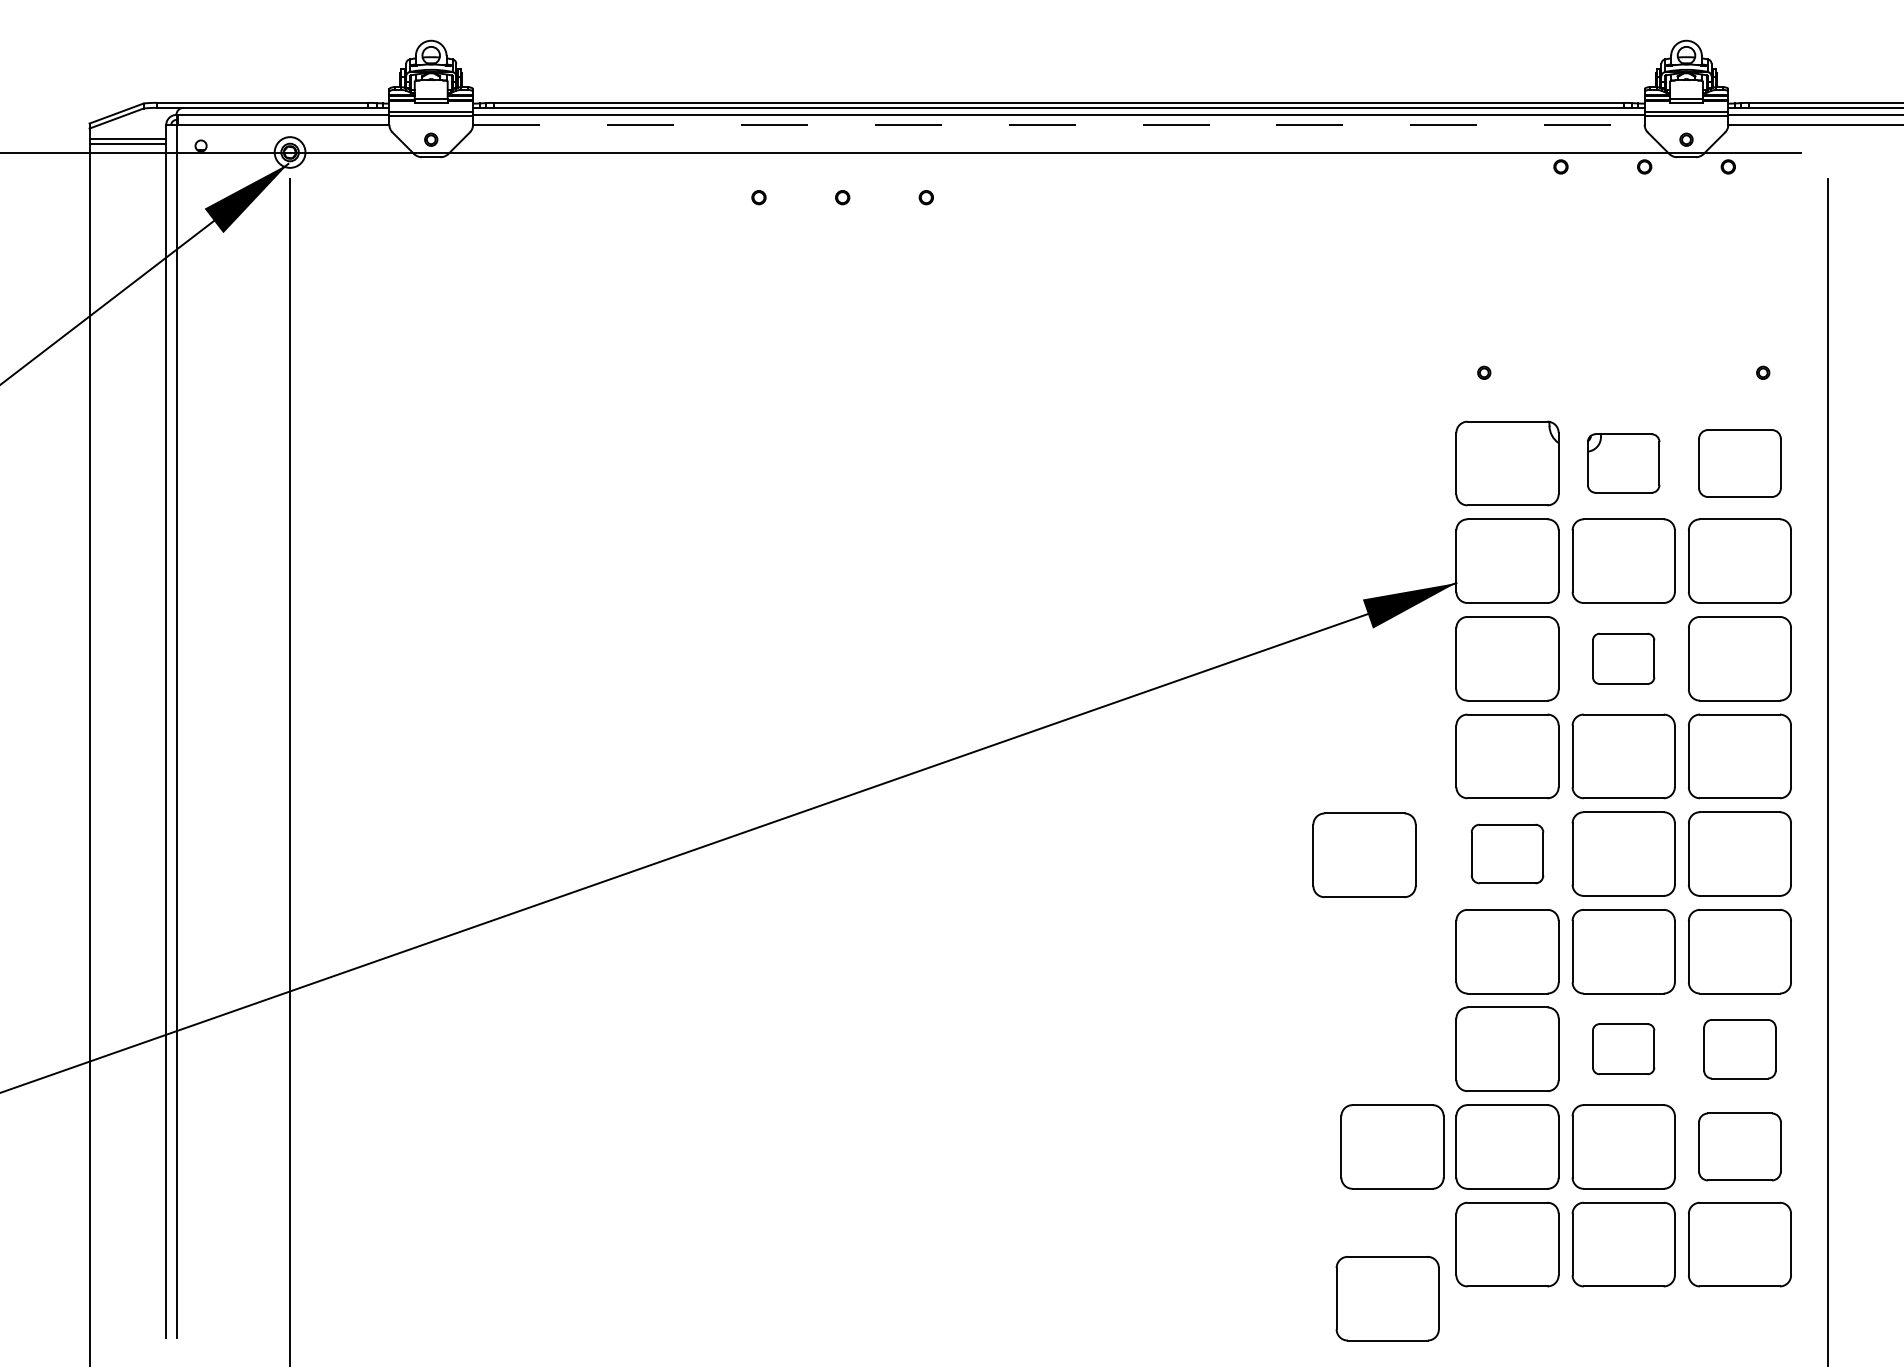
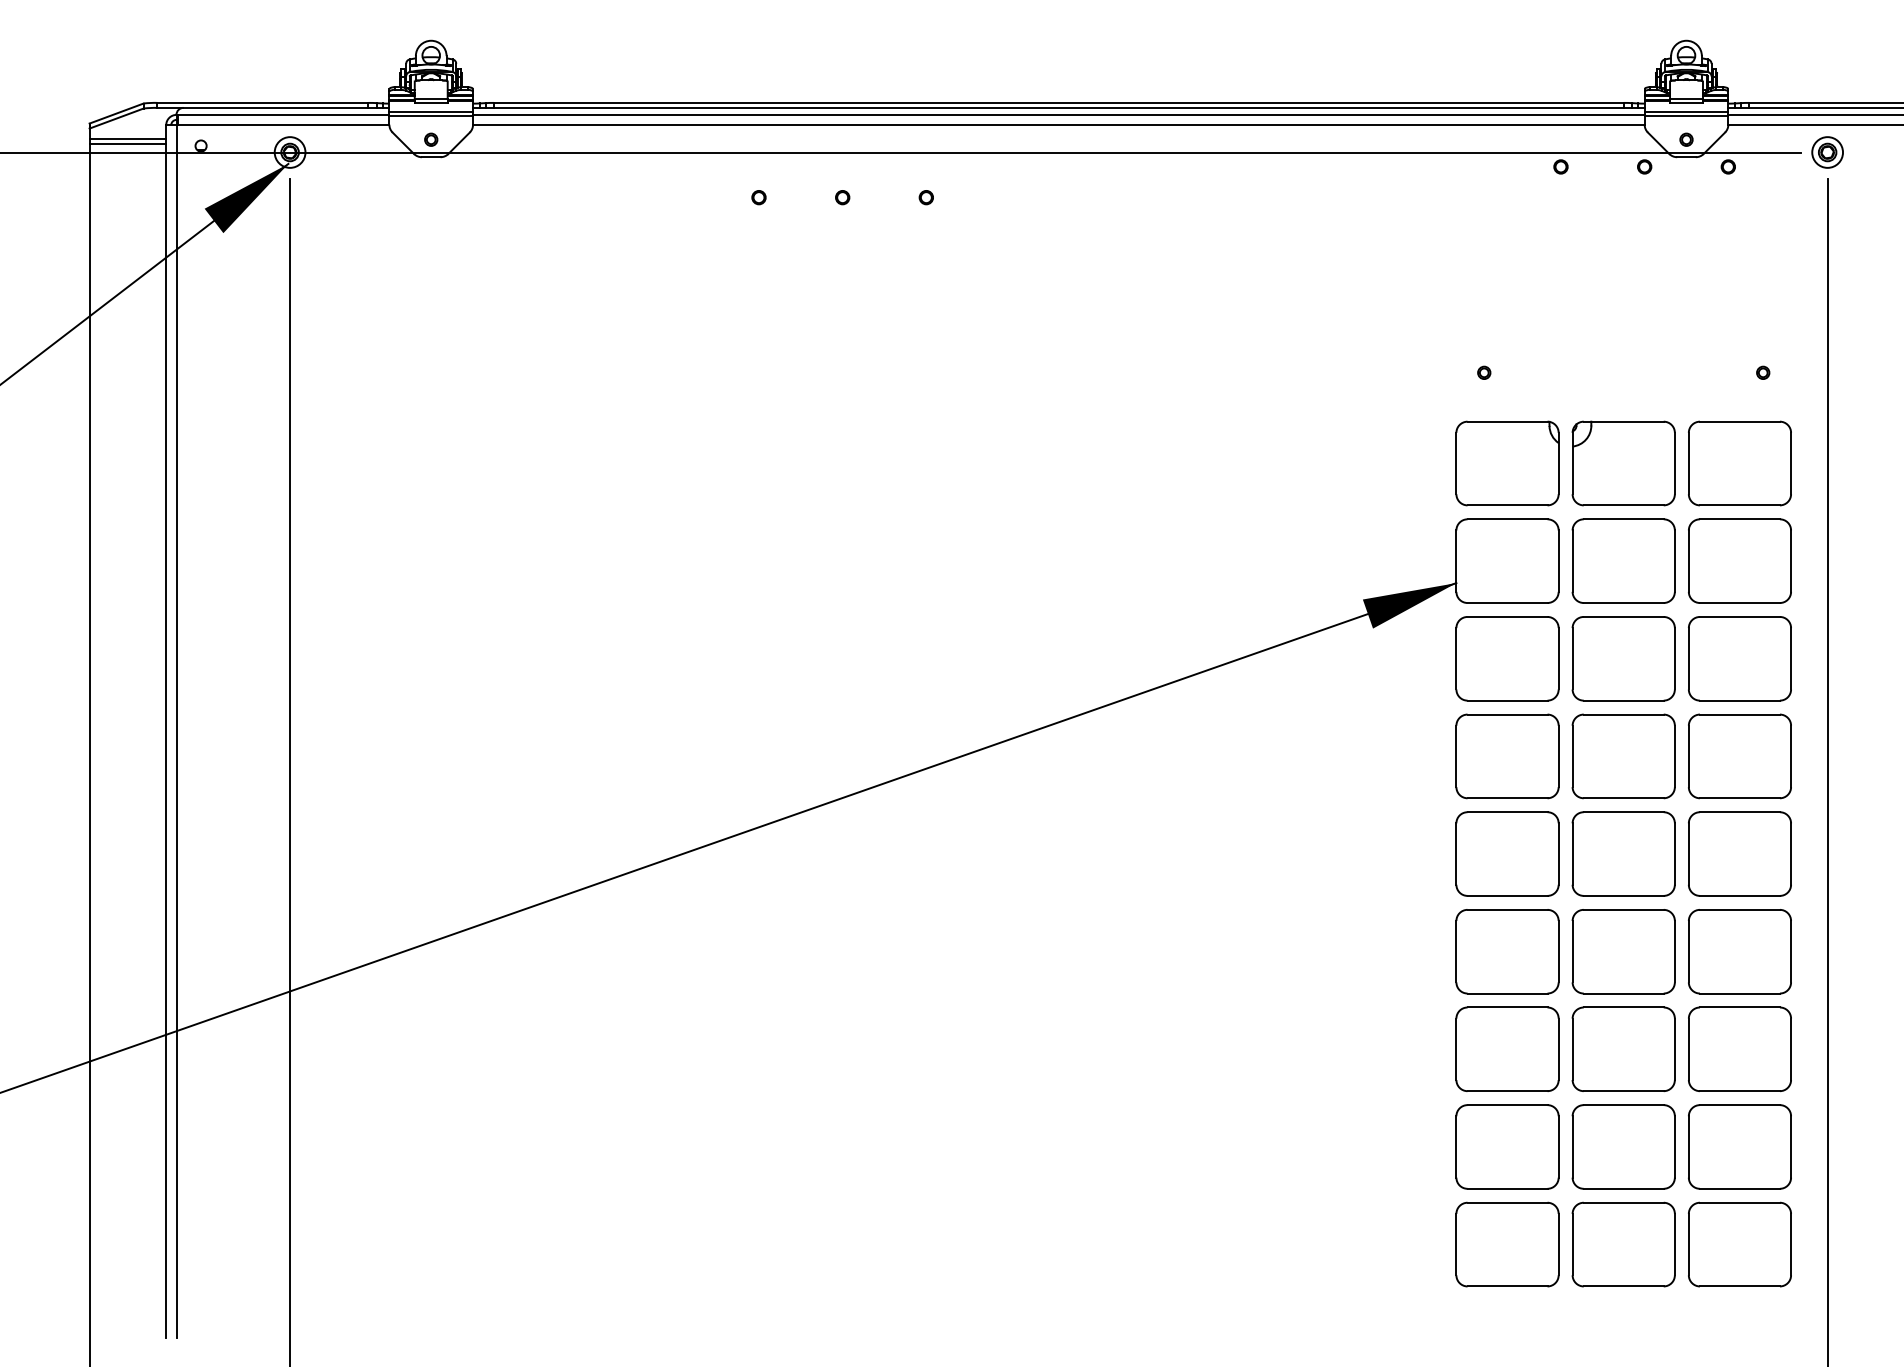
line at (1058, 125): dashed -> solid
part at (1827, 152): none -> present
part at (1623, 463) size: 74x61 px -> 105x87 px
part at (1739, 463) size: 84x69 px -> 104x87 px
part at (1623, 658) size: 64x53 px -> 105x86 px
part at (1507, 853) size: 75x62 px -> 105x86 px
part at (1364, 854): present -> none
part at (1623, 1049) size: 64x53 px -> 105x86 px
part at (1739, 1049) size: 74x61 px -> 104x86 px
part at (1392, 1146): present -> none
part at (1739, 1146) size: 84x70 px -> 104x86 px
part at (1387, 1298): present -> none
